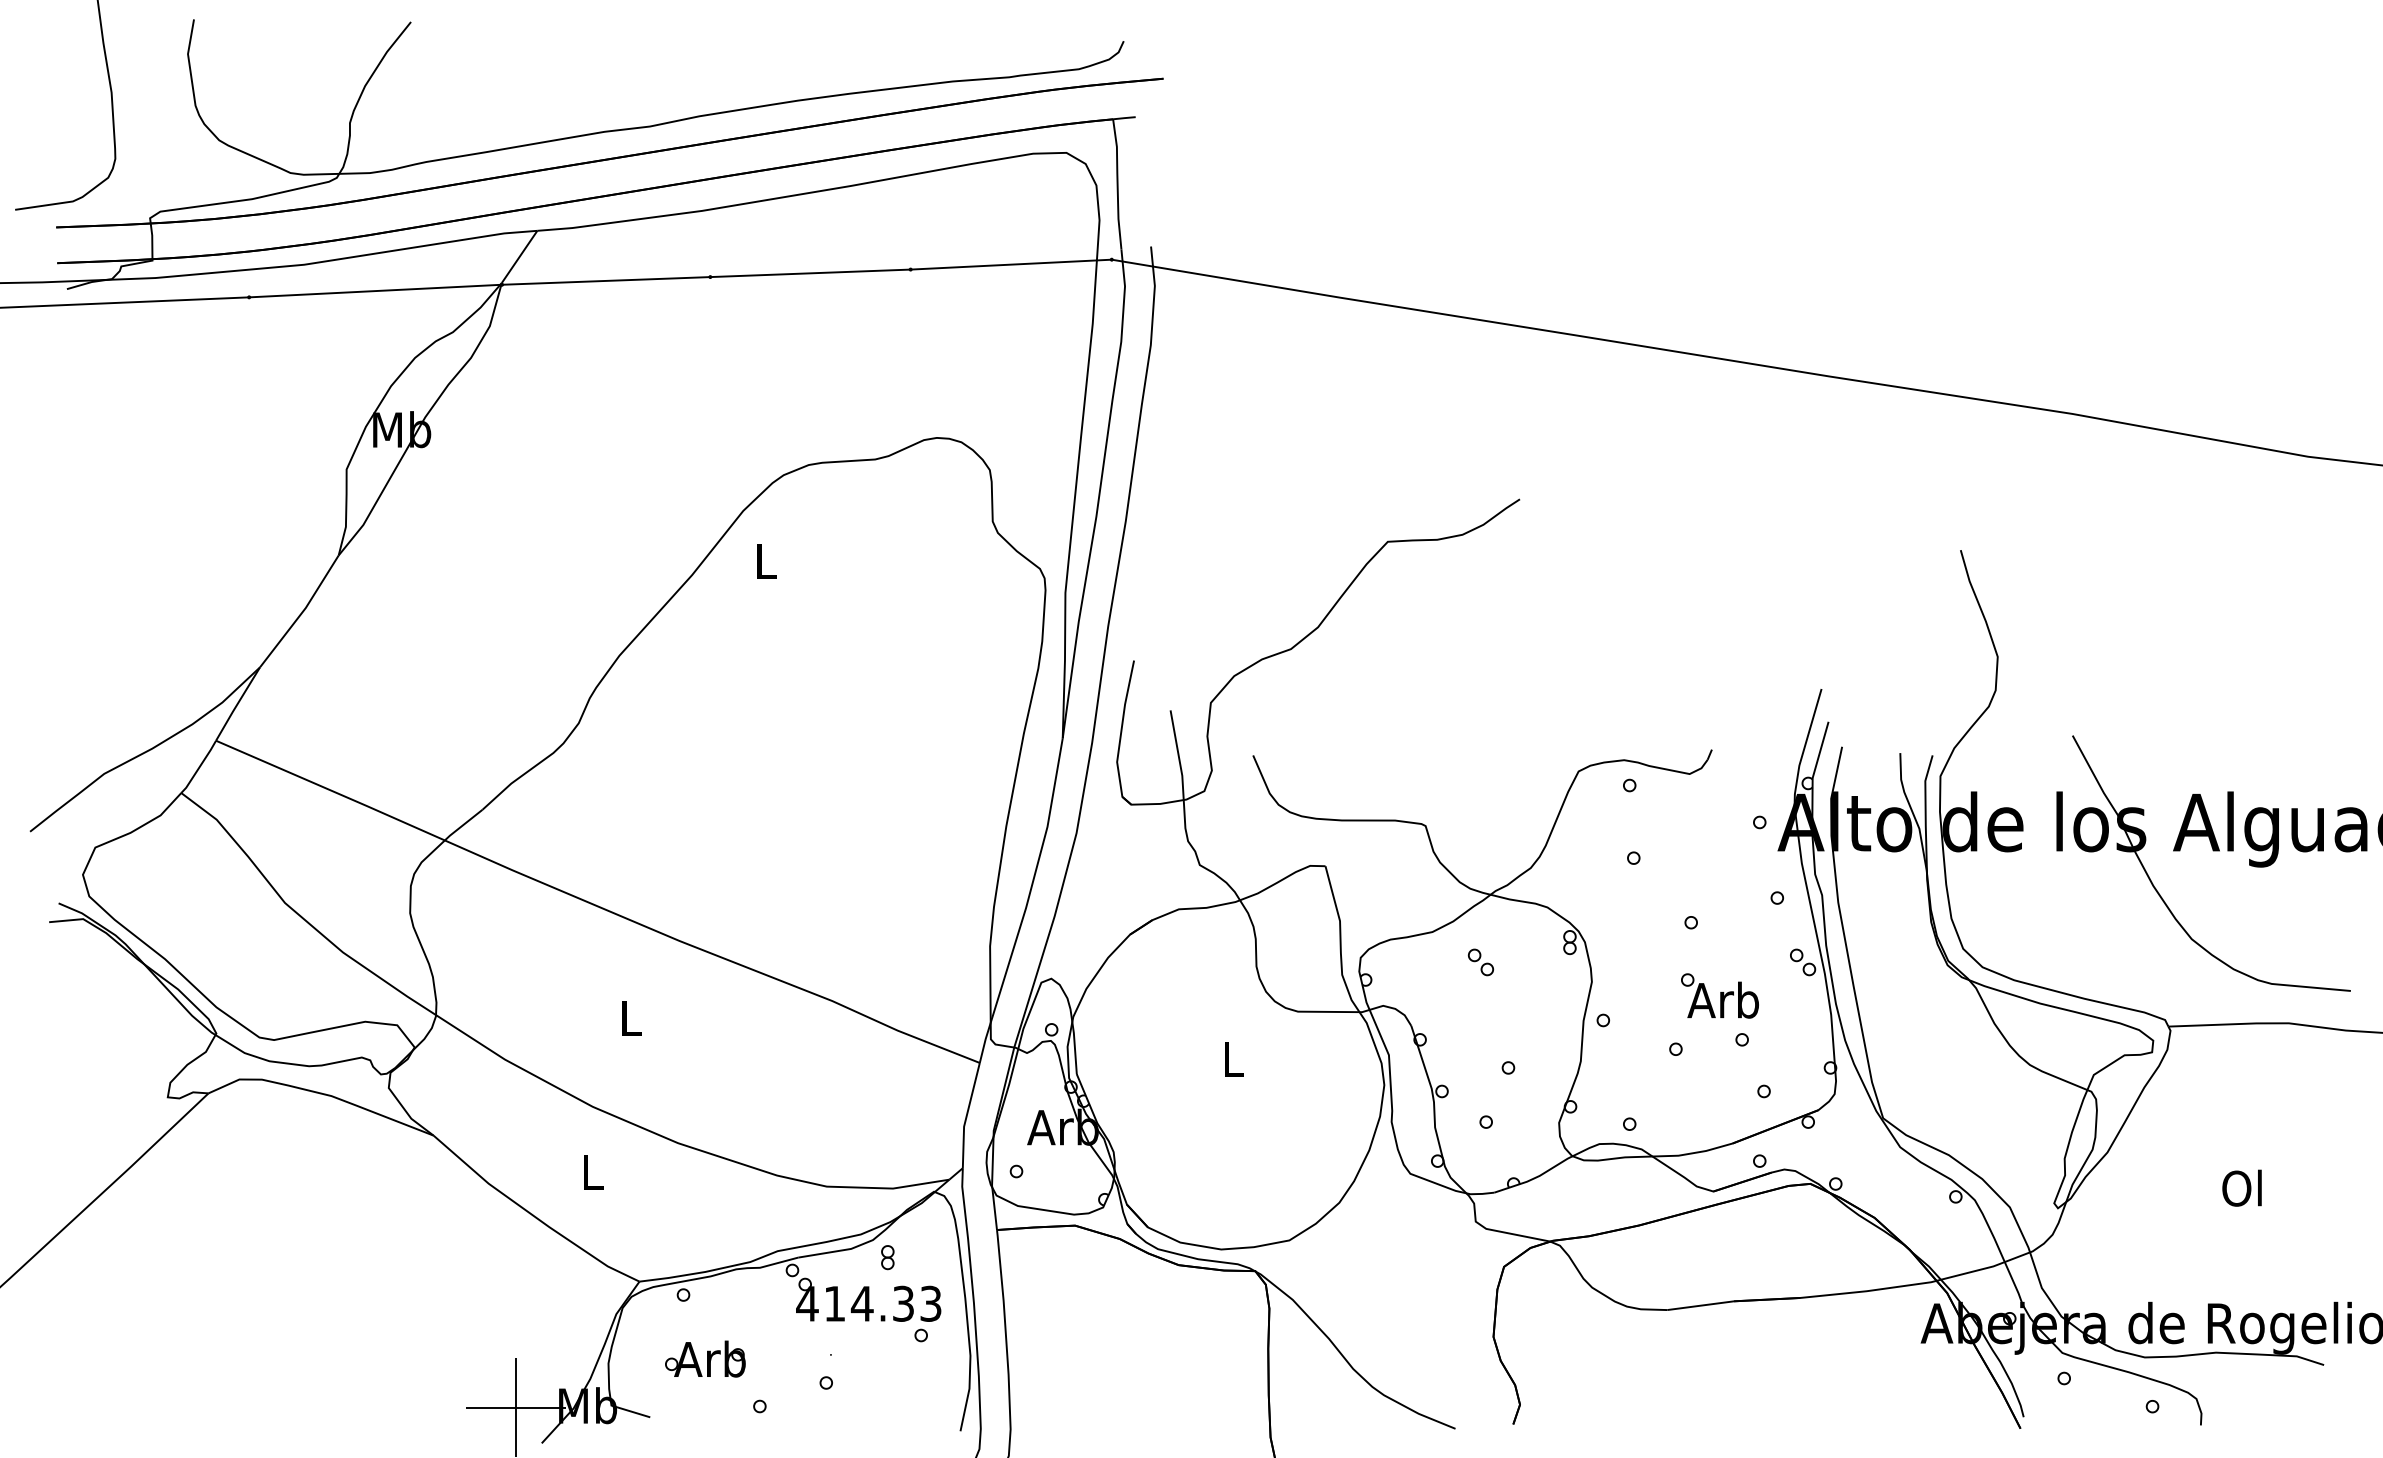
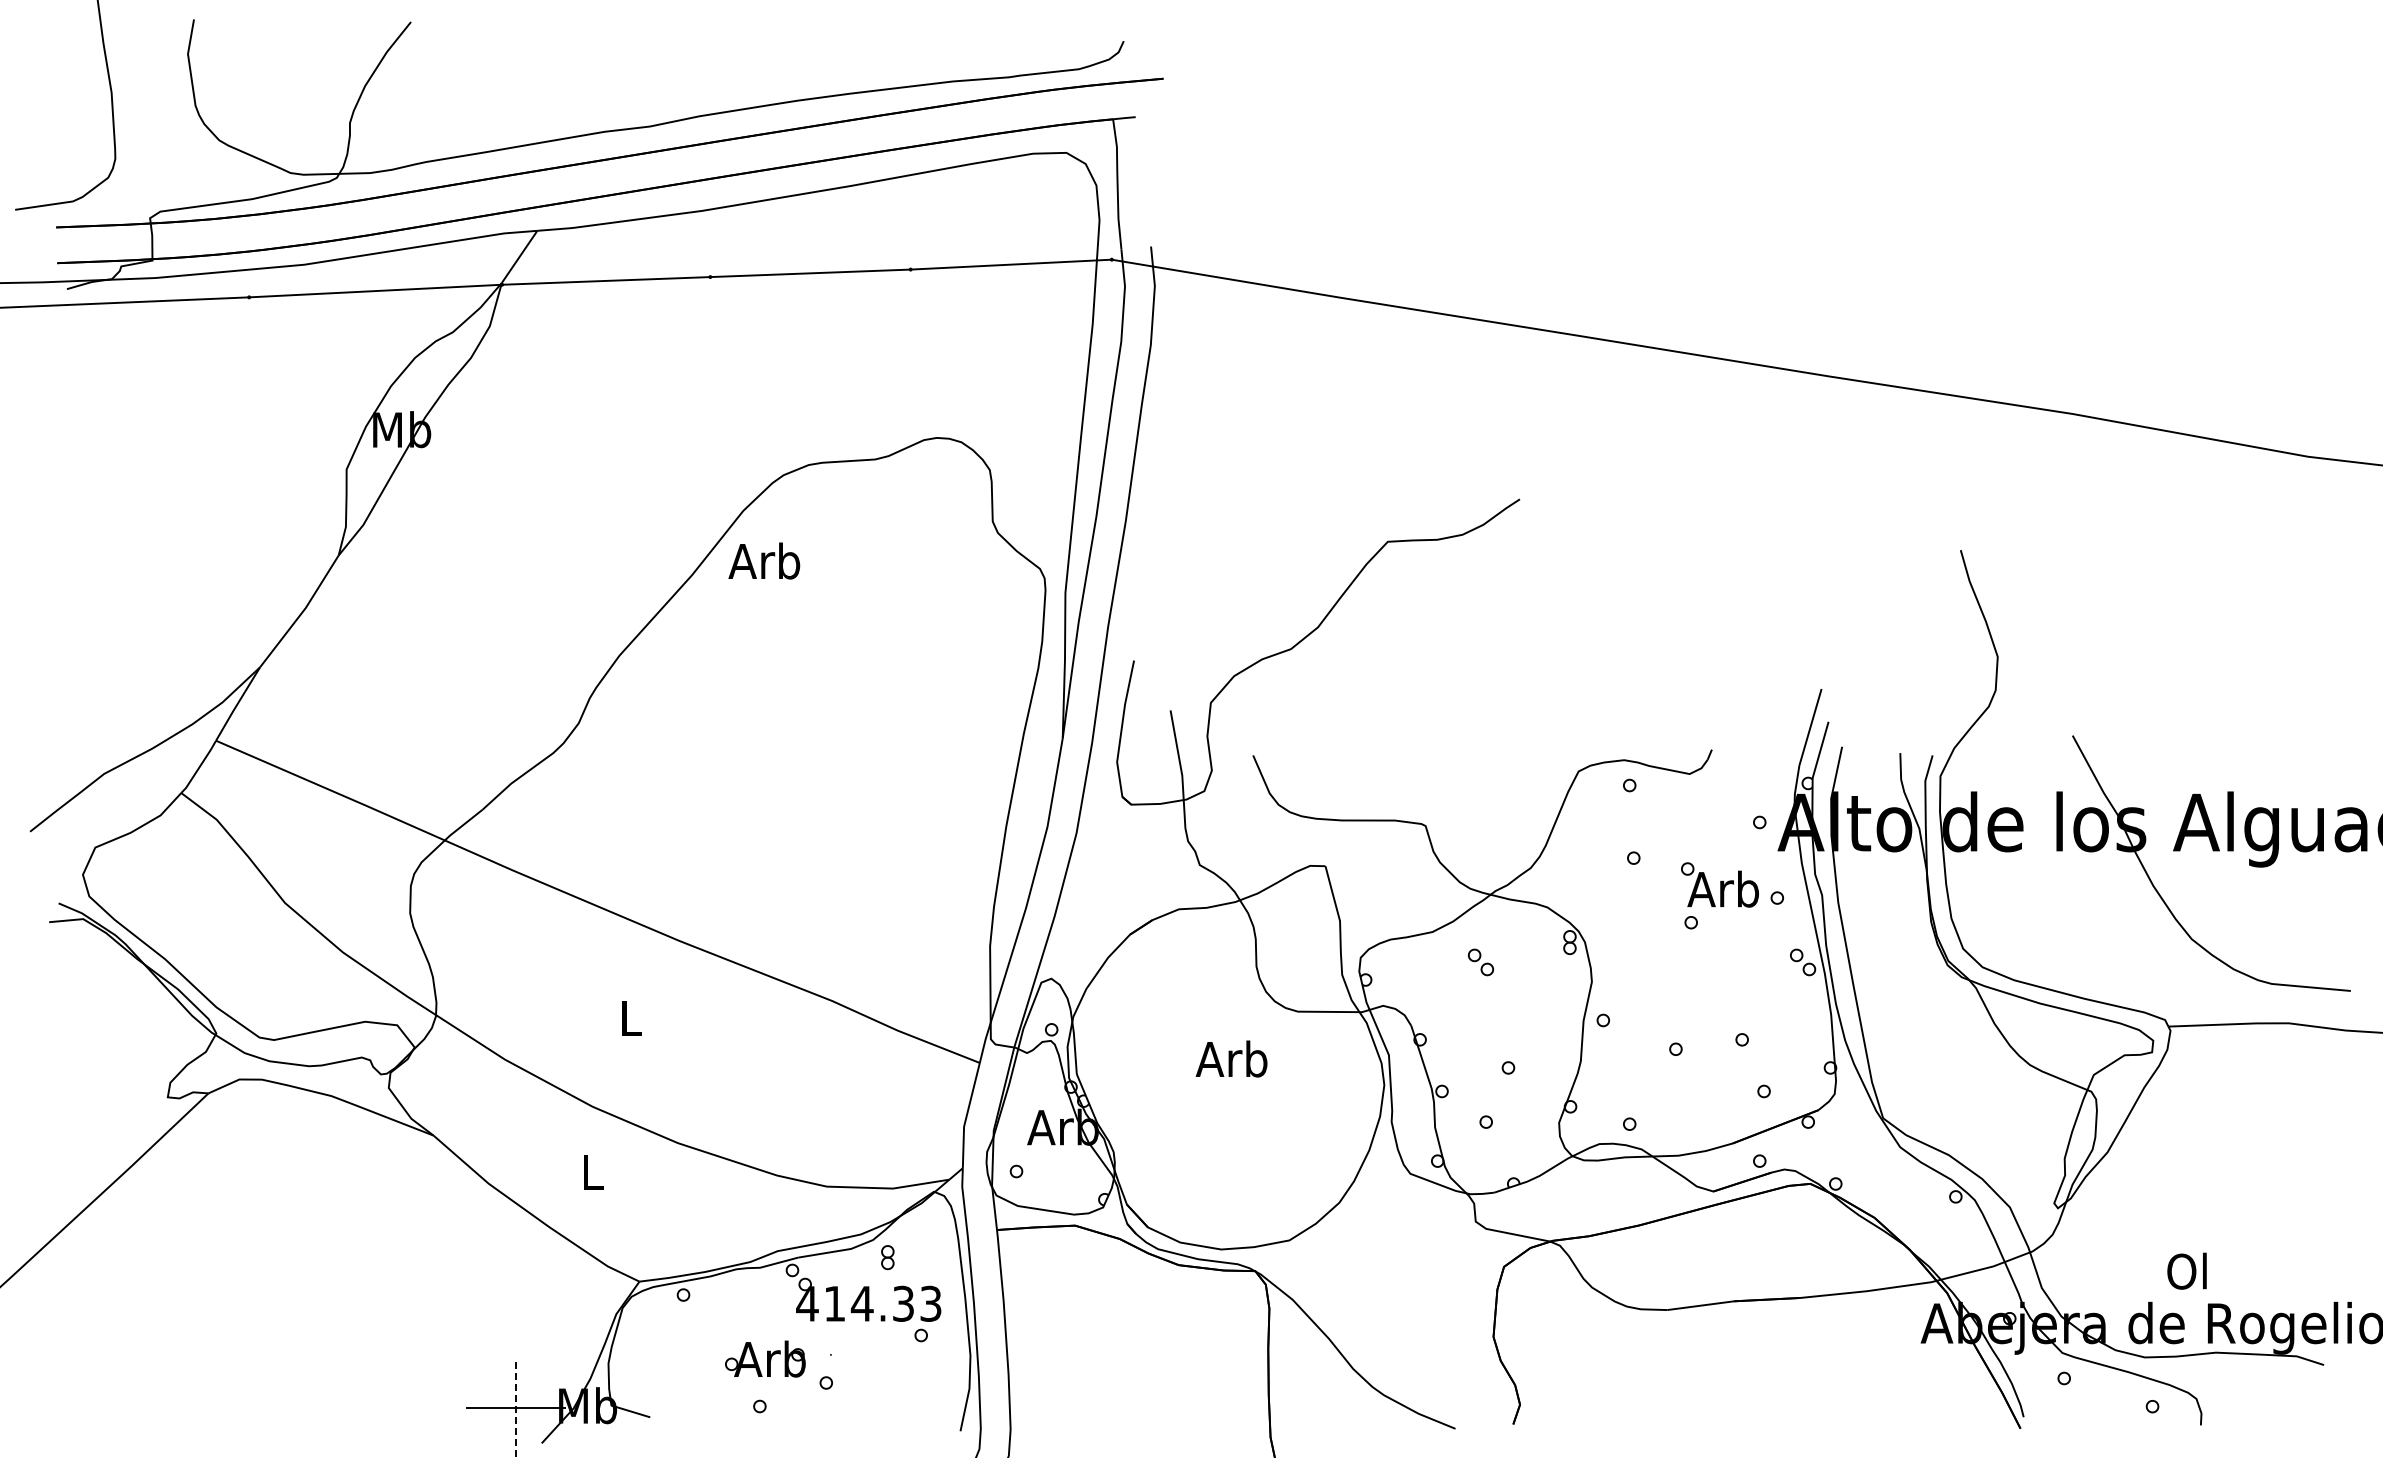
text at (764, 560): L -> Arb
part at (1719, 995) position: (1719, 995) -> (1719, 884)
text at (1231, 1058): L -> Arb
text at (2241, 1187) position: (2241, 1187) -> (2186, 1270)
part at (705, 1358) position: (705, 1358) -> (765, 1358)
line at (515, 1407): solid -> dashed
